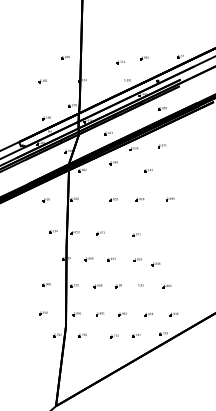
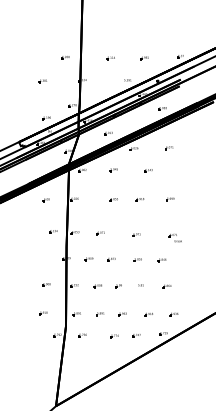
part at (120, 62) position: (120, 62) -> (110, 58)
part at (162, 146) position: (162, 146) -> (169, 148)
part at (113, 163) position: (113, 163) -> (113, 170)
part at (174, 238): none -> present
part at (155, 264) position: (155, 264) -> (161, 260)
